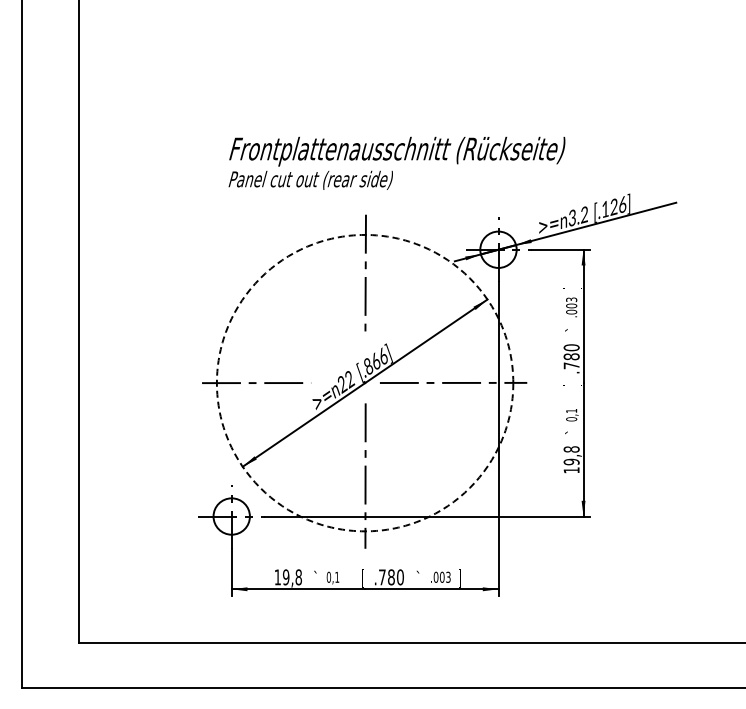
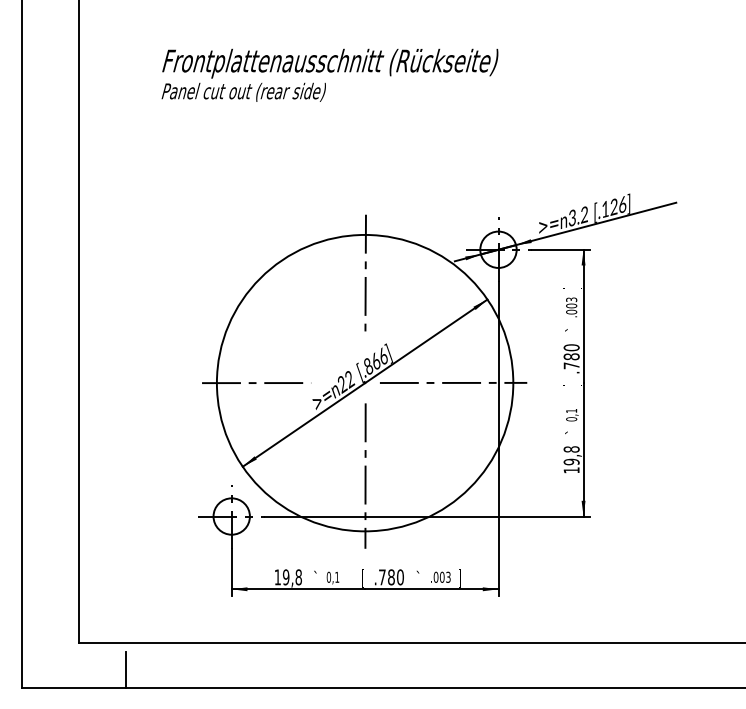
text at (396, 162) position: (396, 162) -> (329, 74)
circle at (364, 382): dashed -> solid
line at (125, 669): none -> present
